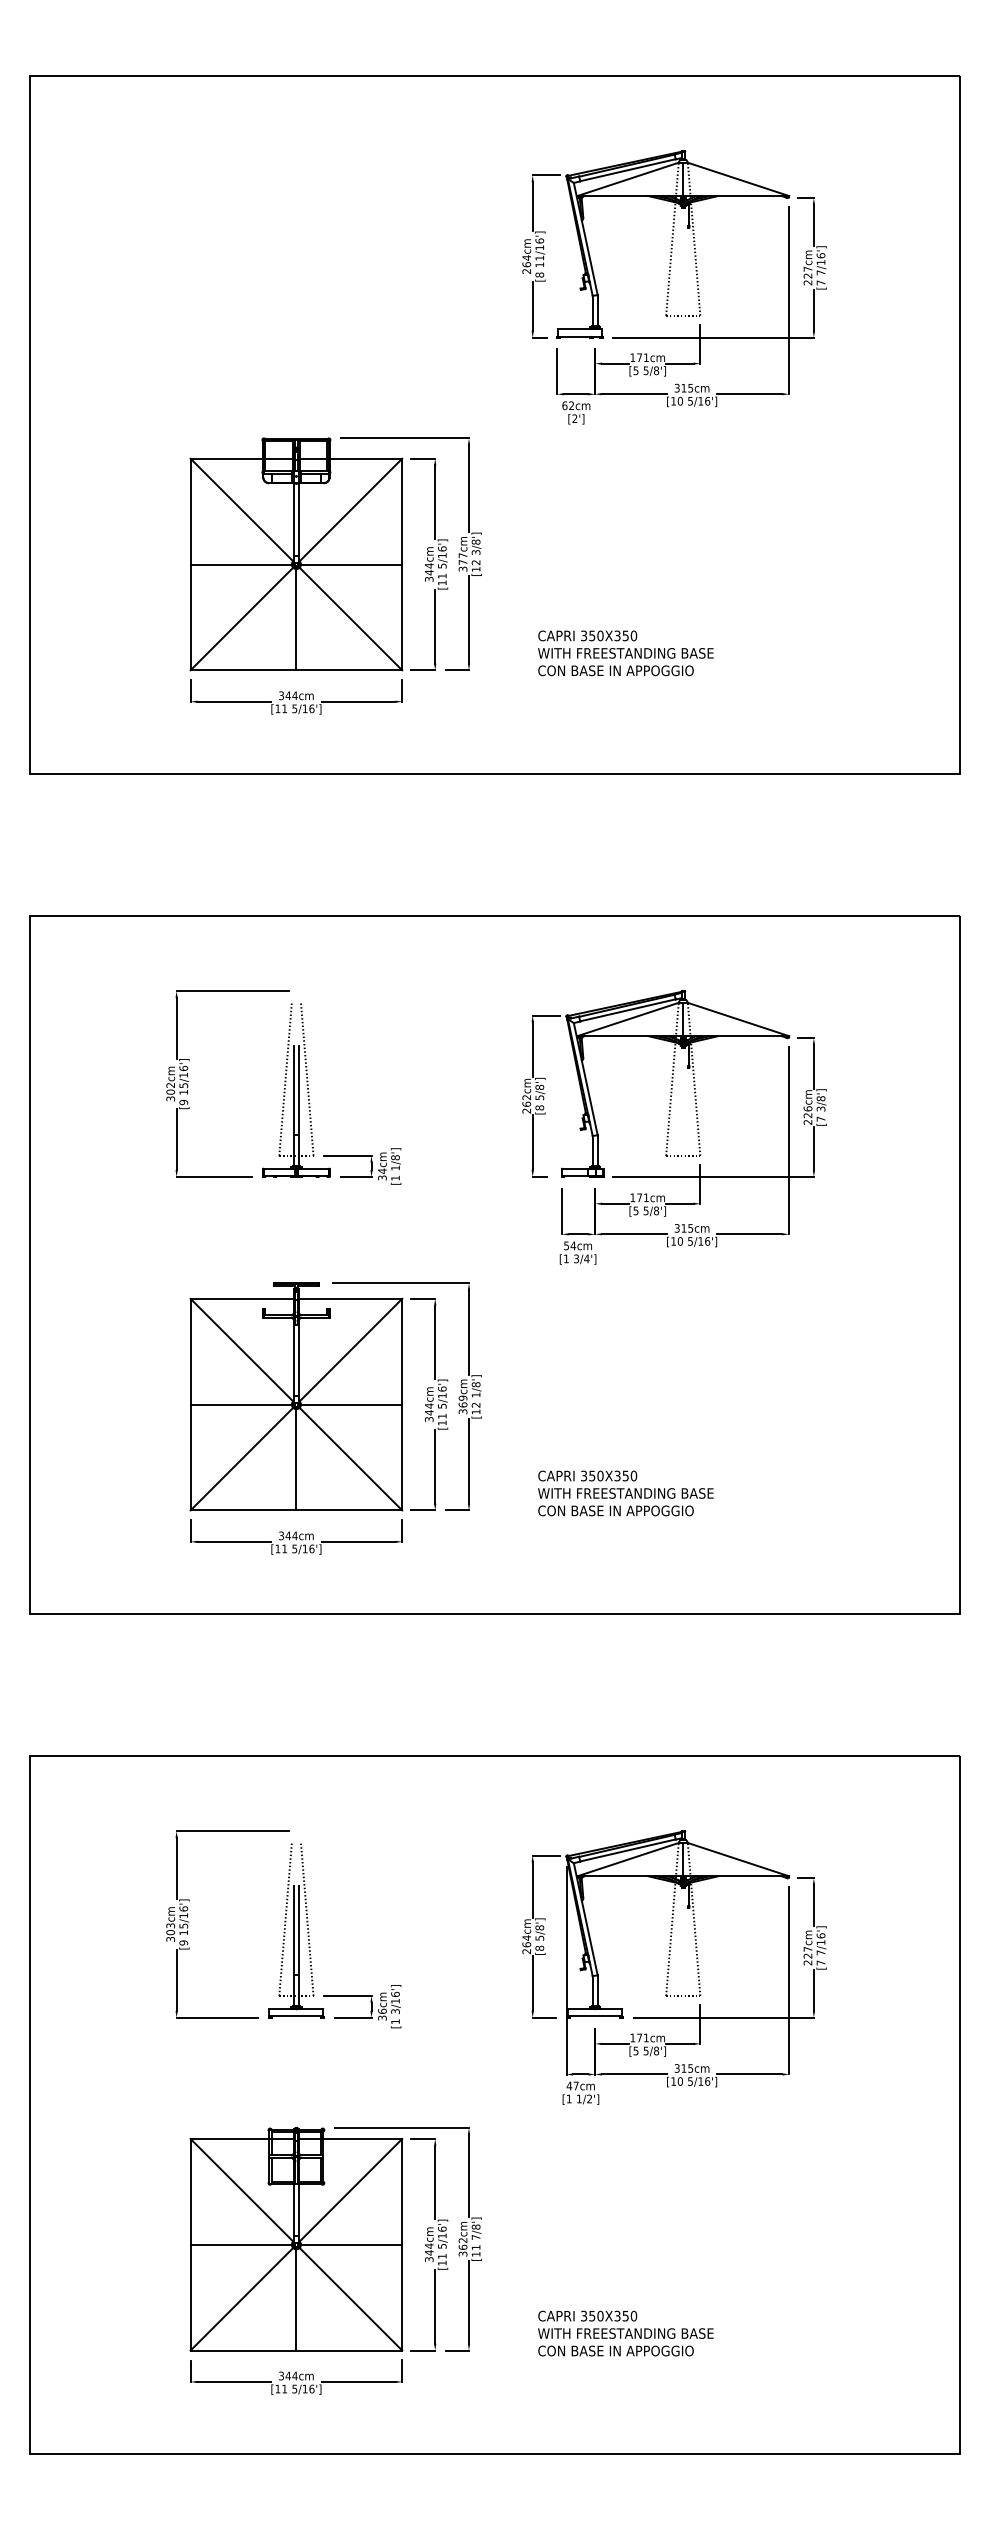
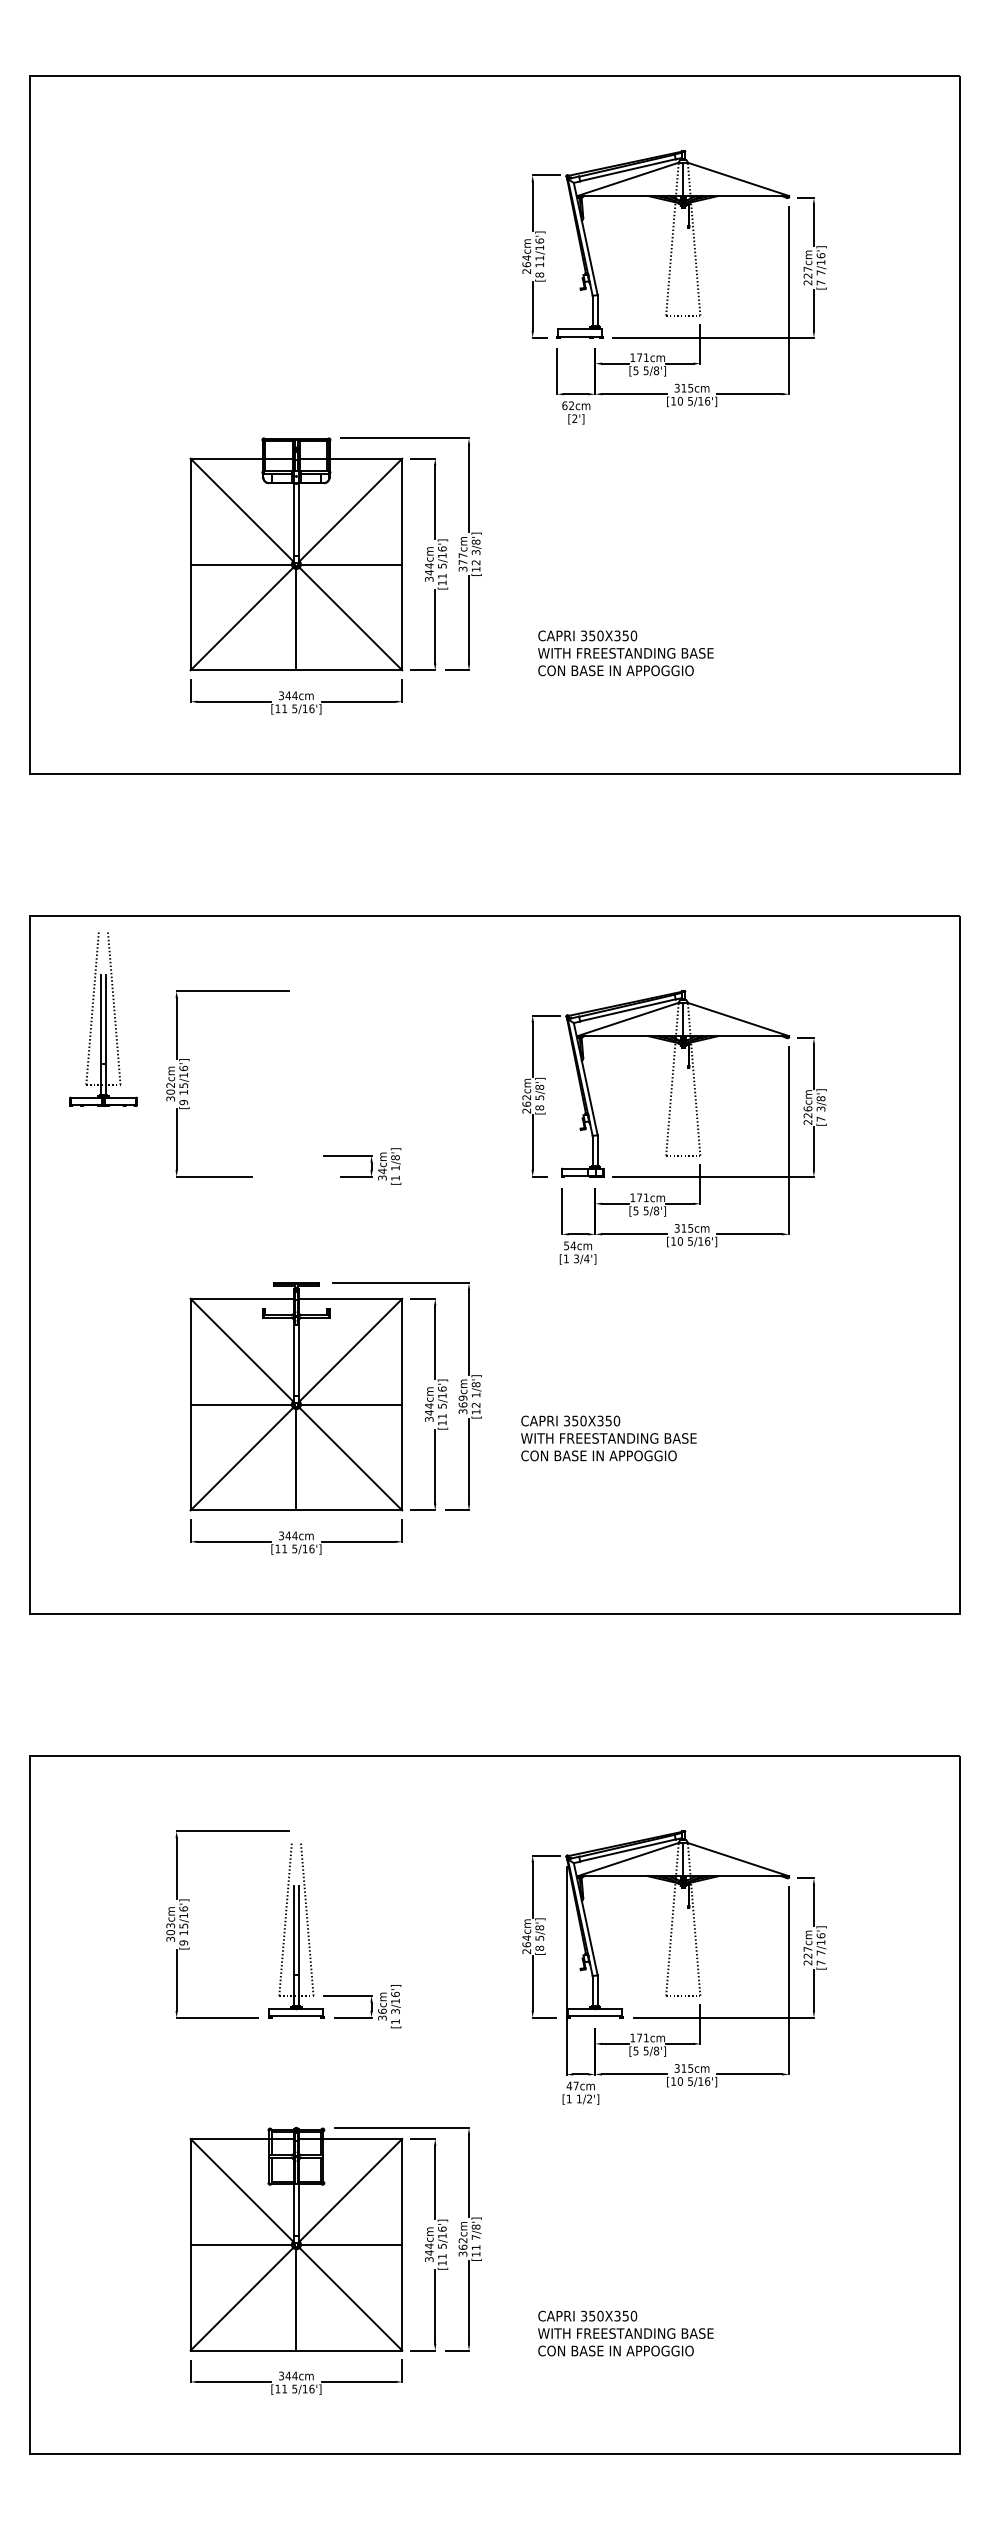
part at (296, 1090) position: (296, 1090) -> (103, 1019)
text at (625, 1493) position: (625, 1493) -> (608, 1438)
